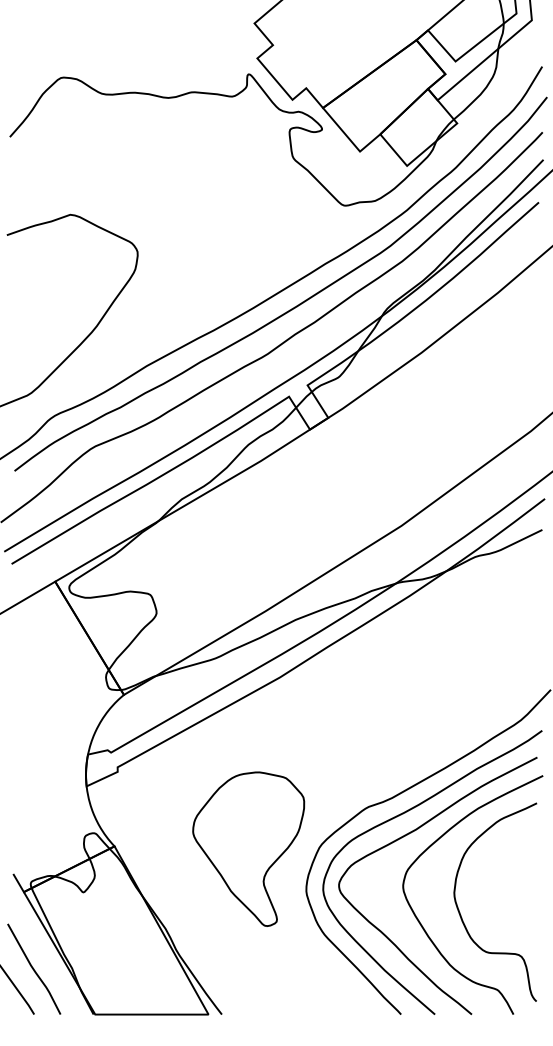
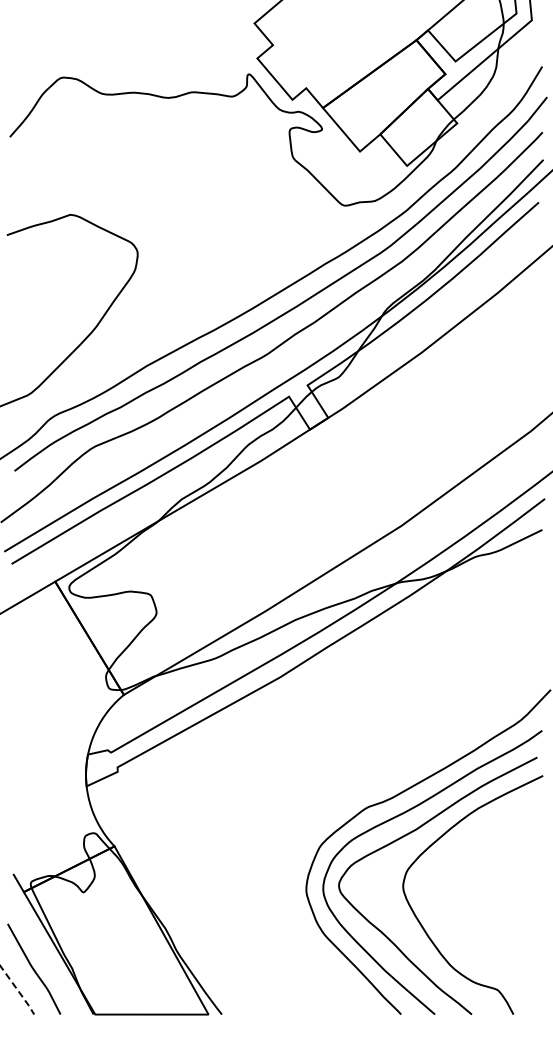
part at (248, 848): present -> none
curve at (462, 917): present -> none
line at (17, 990): solid -> dashed
